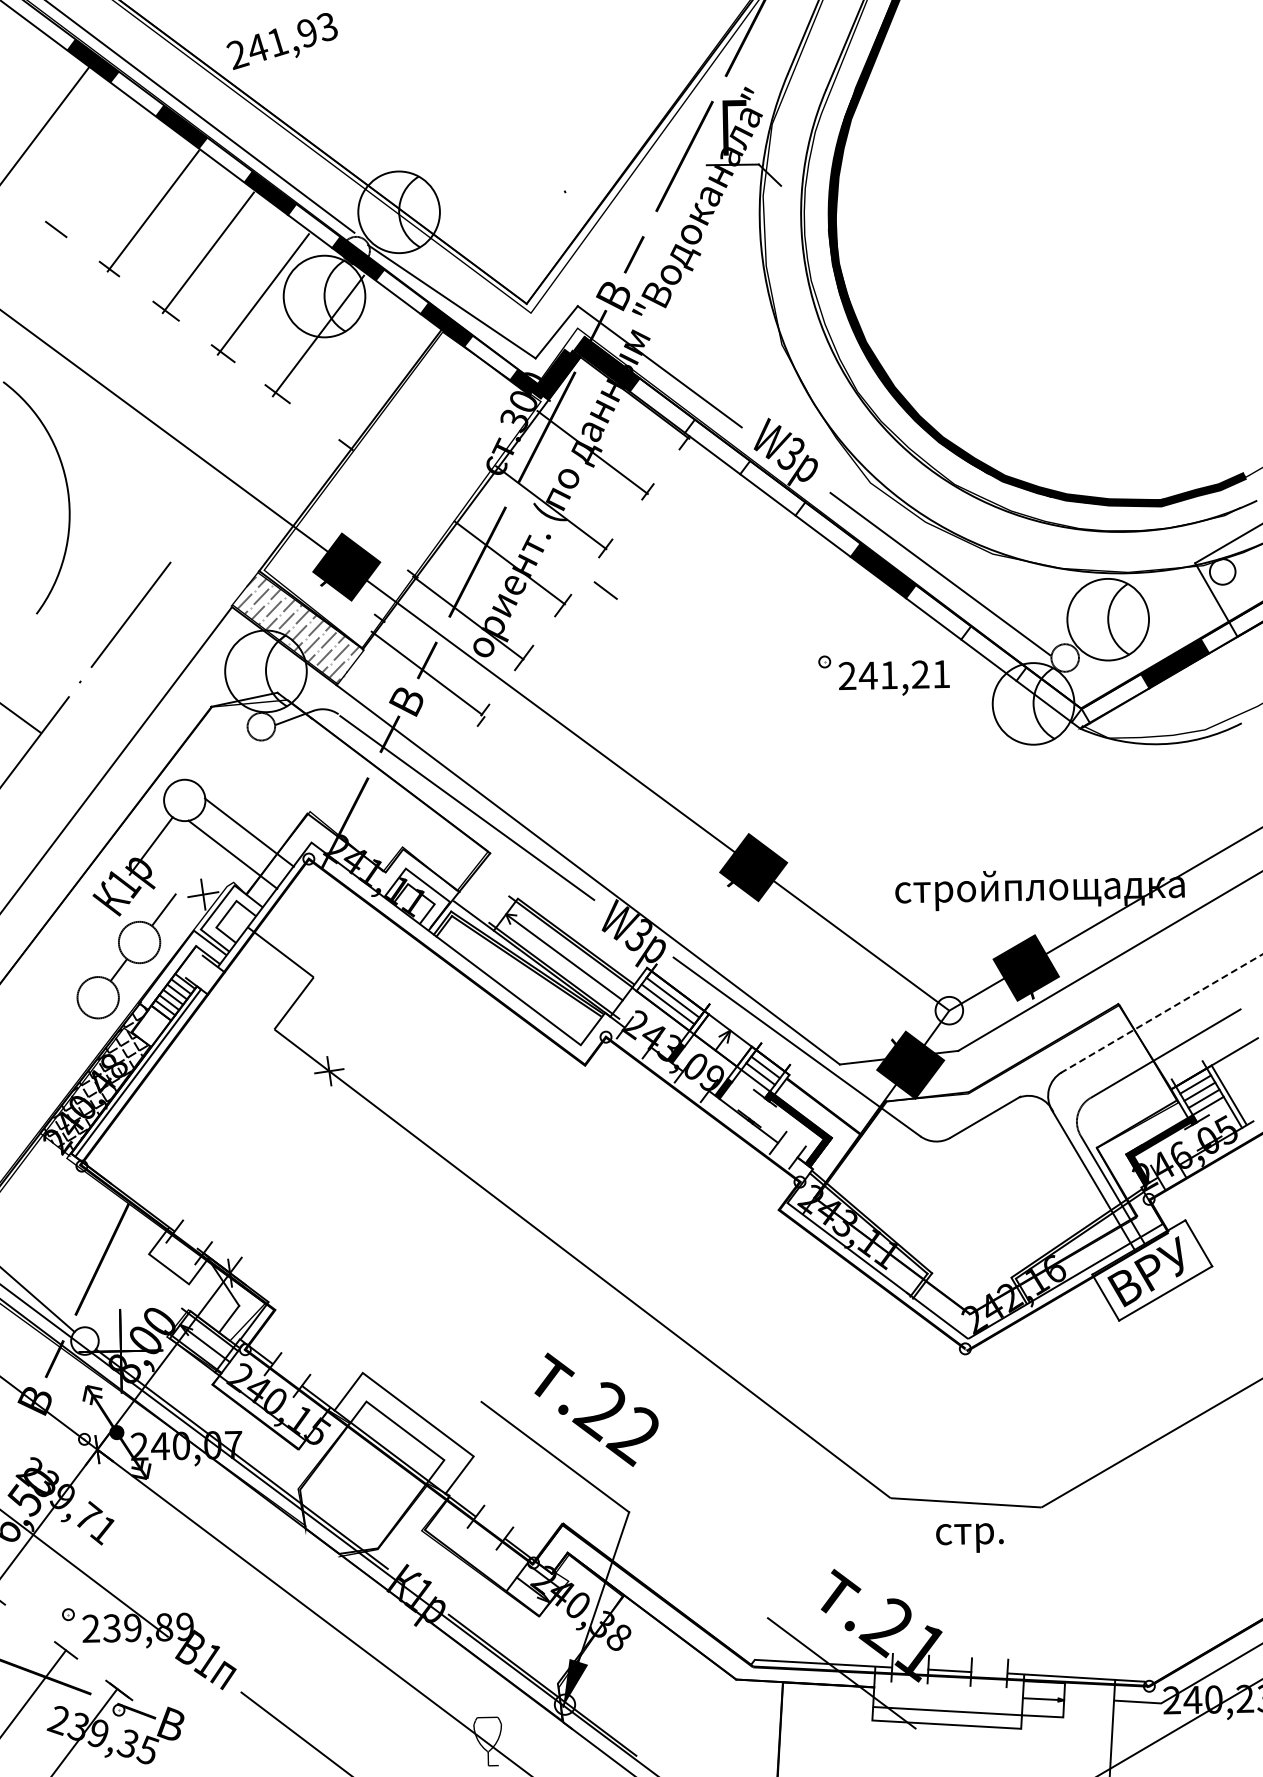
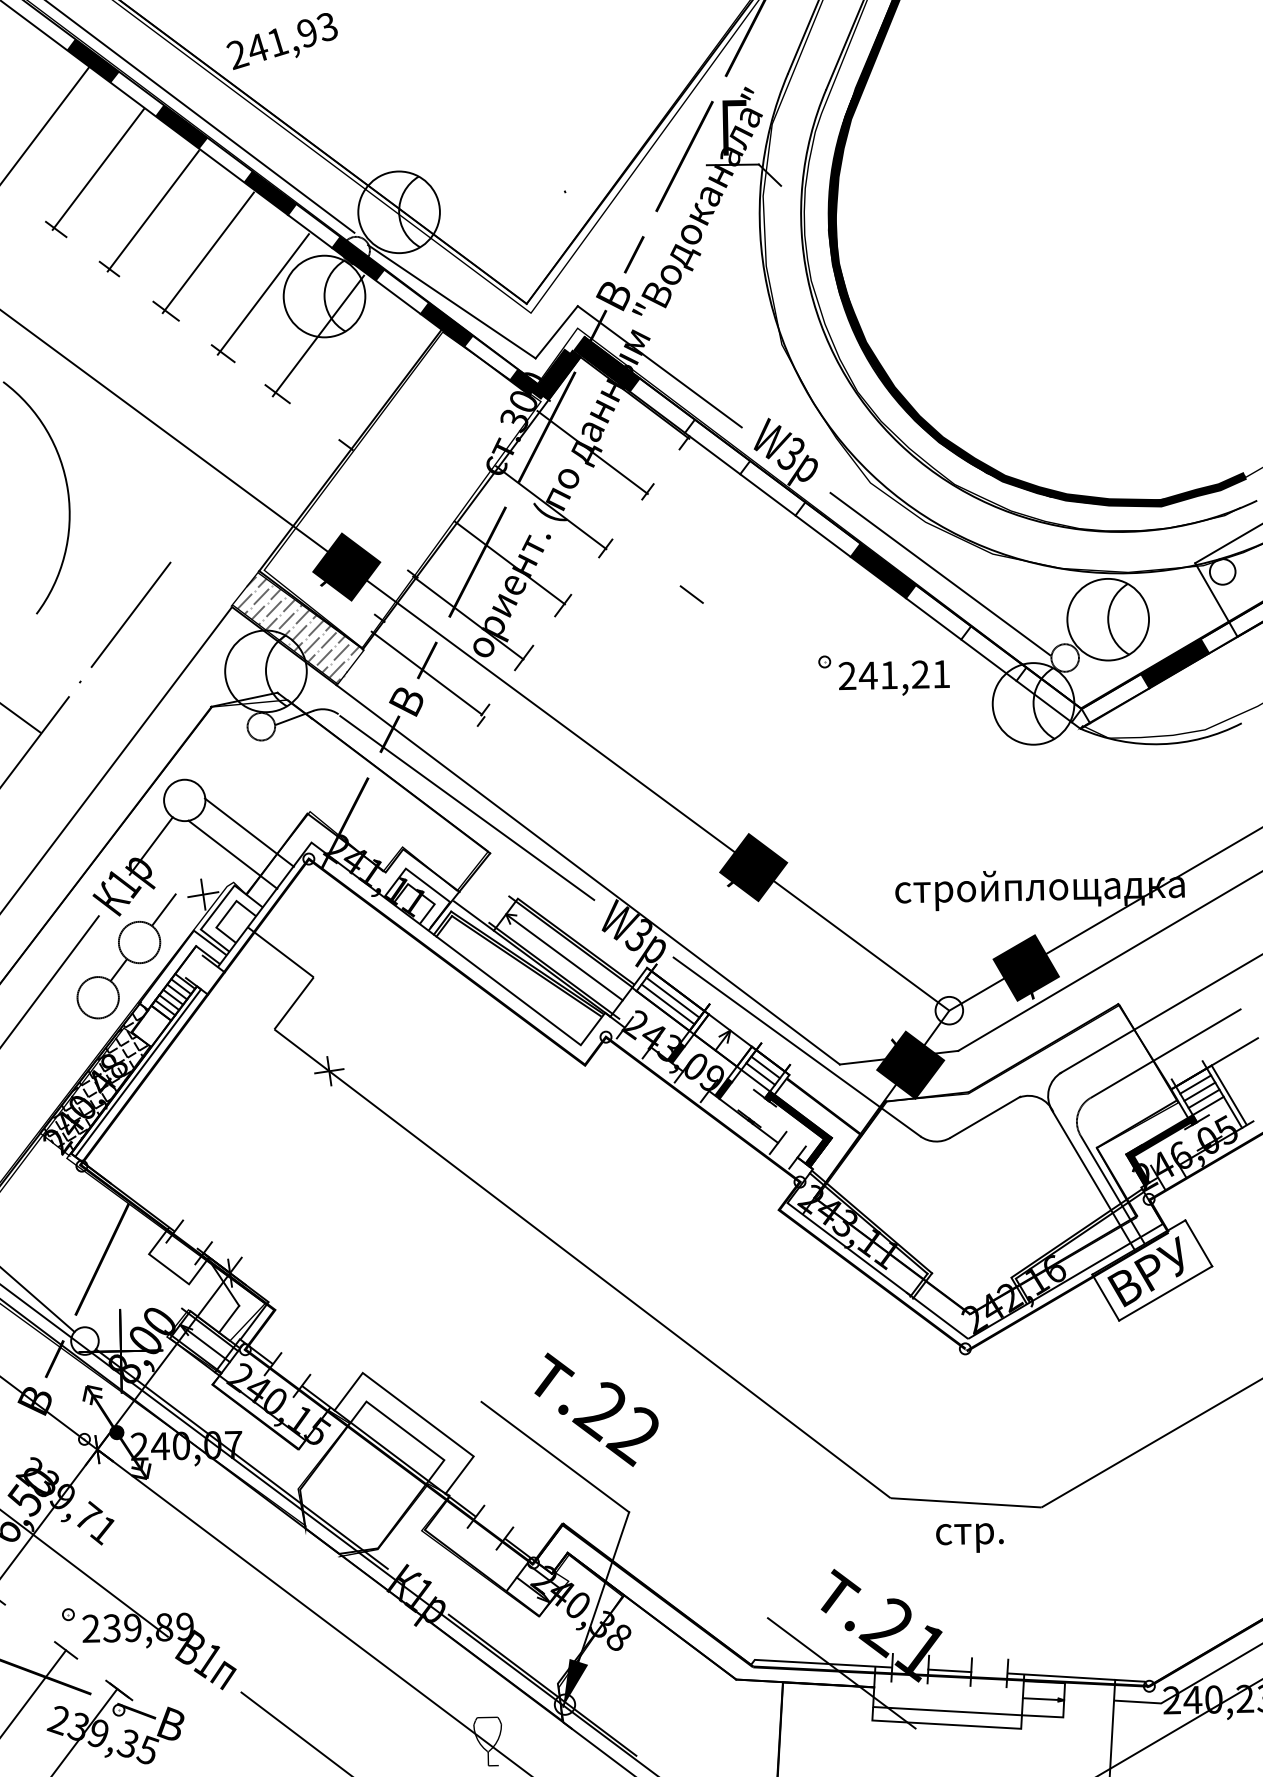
line at (97, 169): none -> present
line at (605, 590) position: (605, 590) -> (691, 594)
line at (50, 980): none -> present
line at (1162, 1013): dashed -> solid
